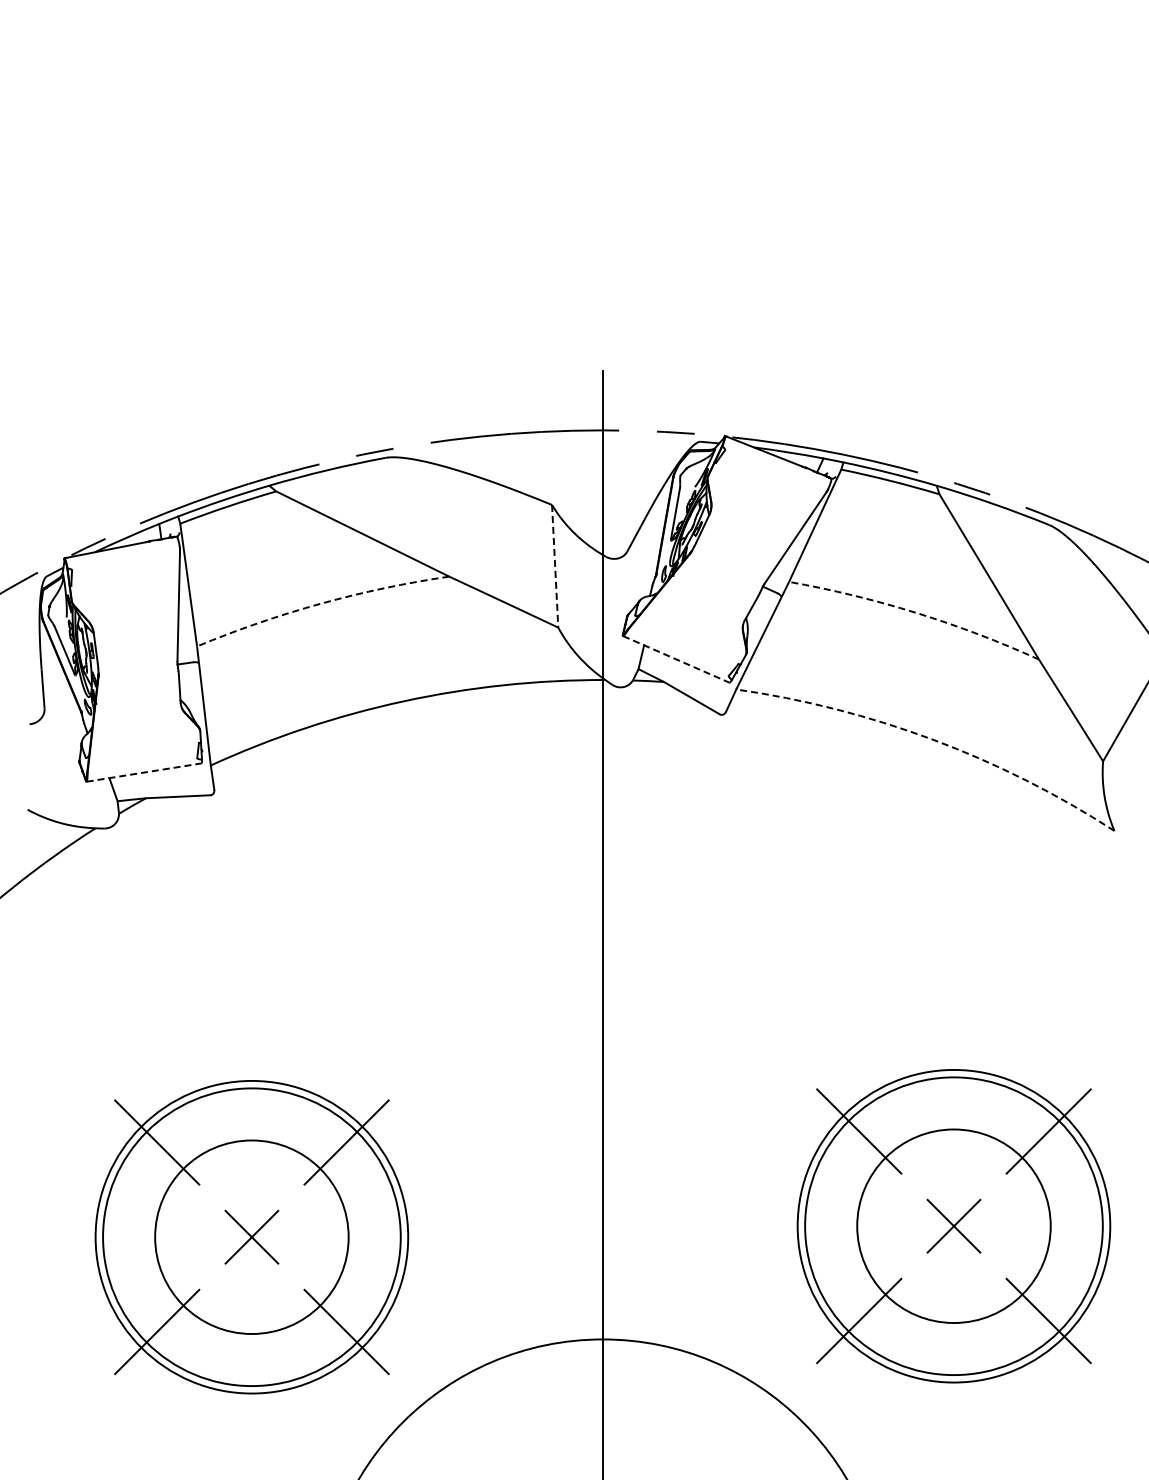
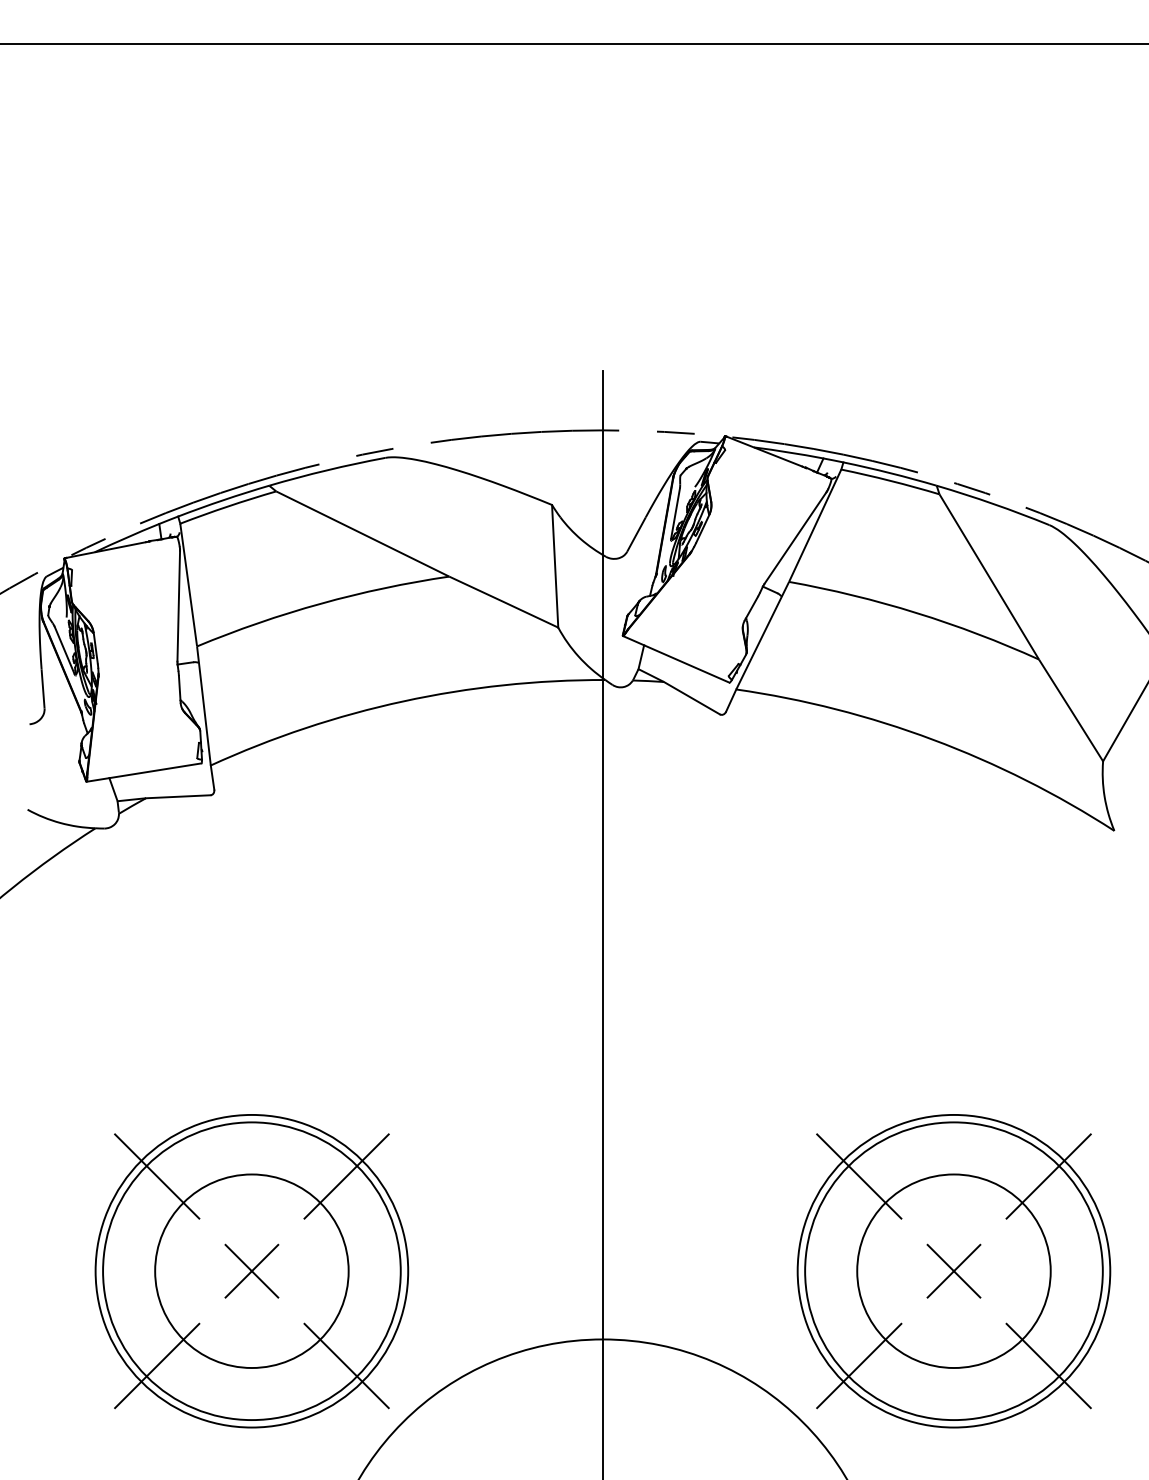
line at (573, 44): none -> present
line at (555, 566): dashed -> solid
arc at (321, 603): dashed -> solid
arc at (916, 612): dashed -> solid
line at (676, 659): dashed -> solid
arc at (933, 739): dashed -> solid
line at (144, 772): dashed -> solid
part at (953, 1226) position: (953, 1226) -> (953, 1271)
part at (251, 1237) position: (251, 1237) -> (251, 1271)
